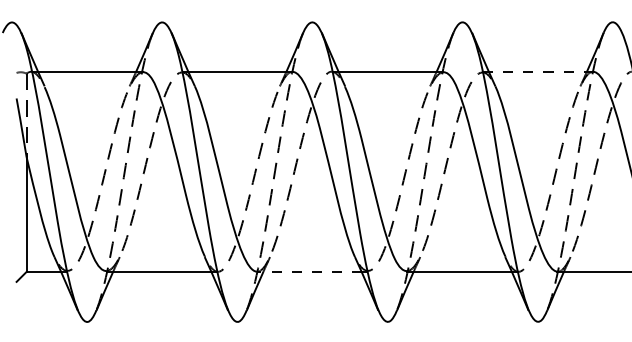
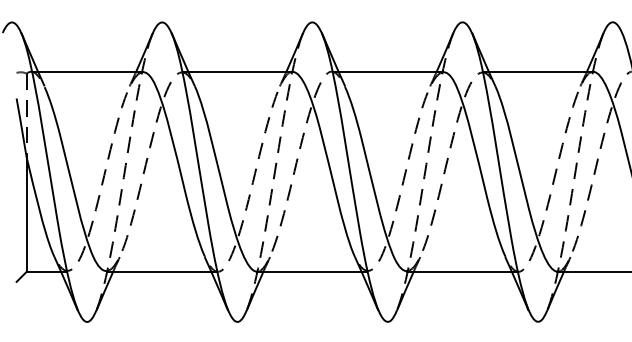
line at (540, 71): dashed -> solid
line at (308, 271): dashed -> solid
